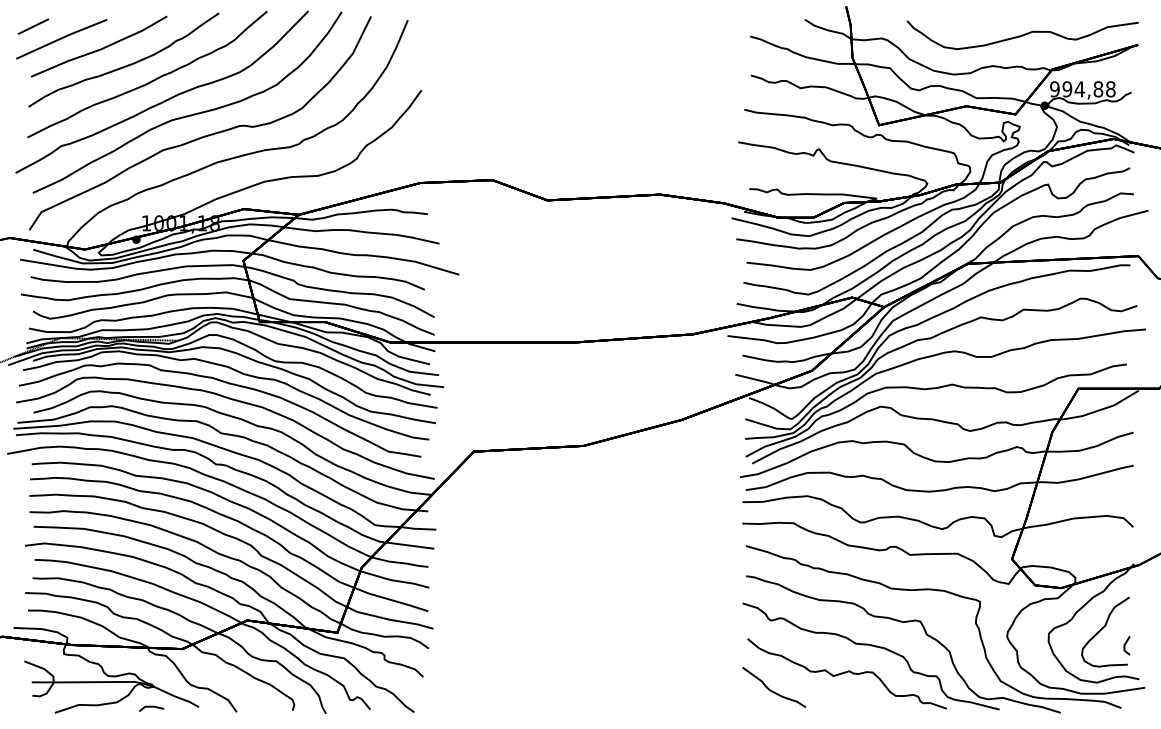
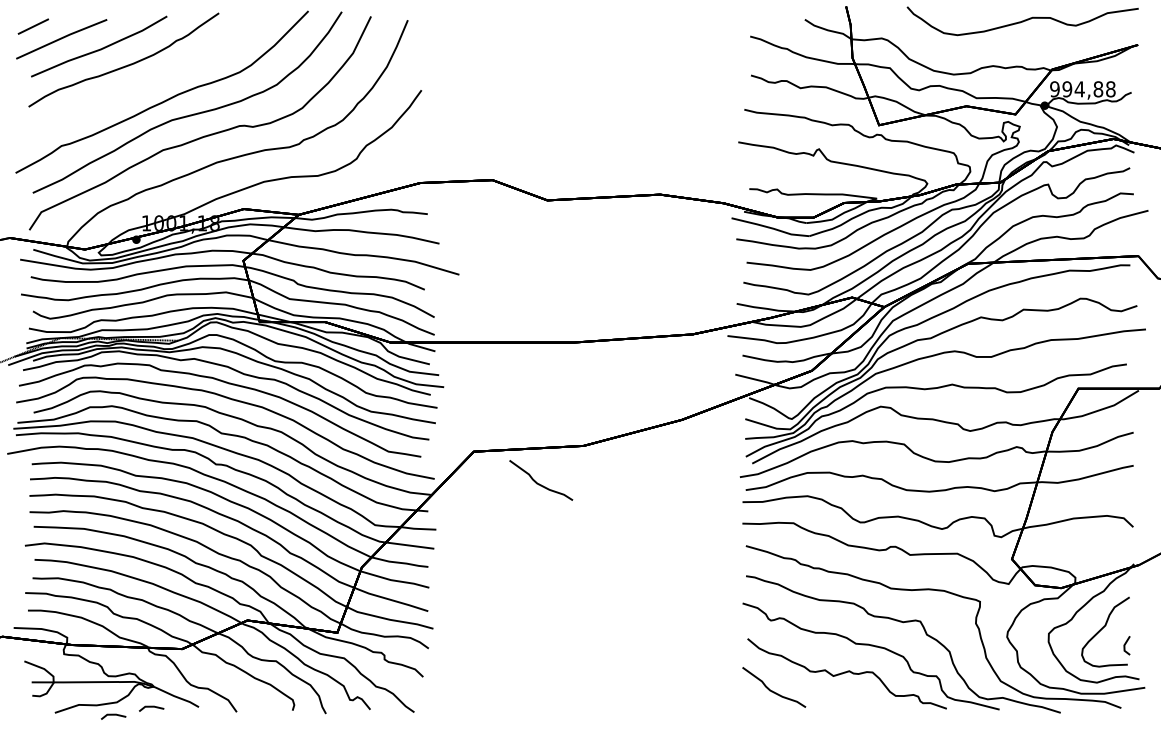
curve at (1022, 35) position: (1022, 35) -> (1022, 21)
curve at (151, 80): present -> none
curve at (539, 483): none -> present
line at (113, 715): none -> present
